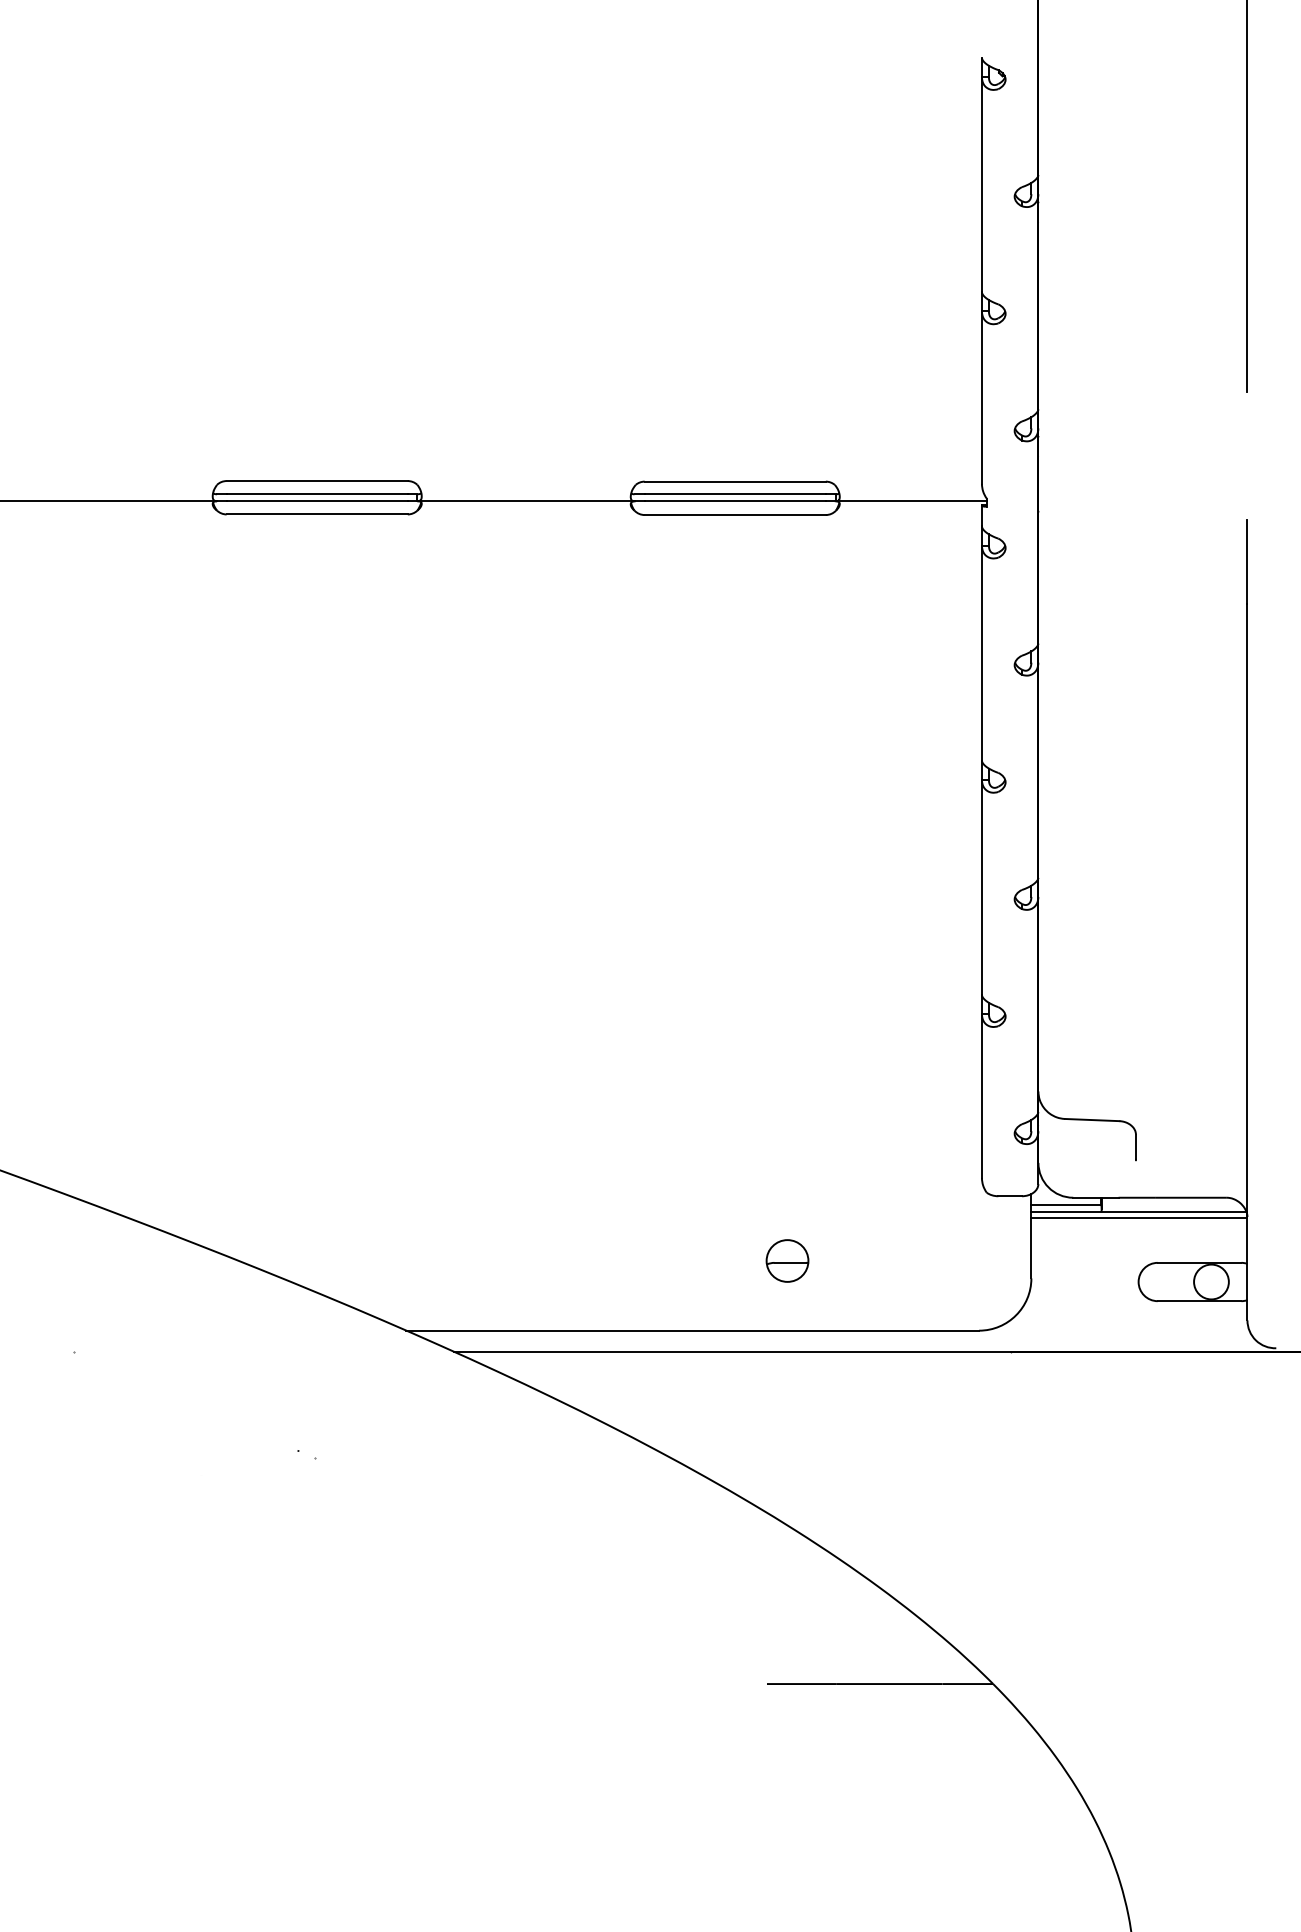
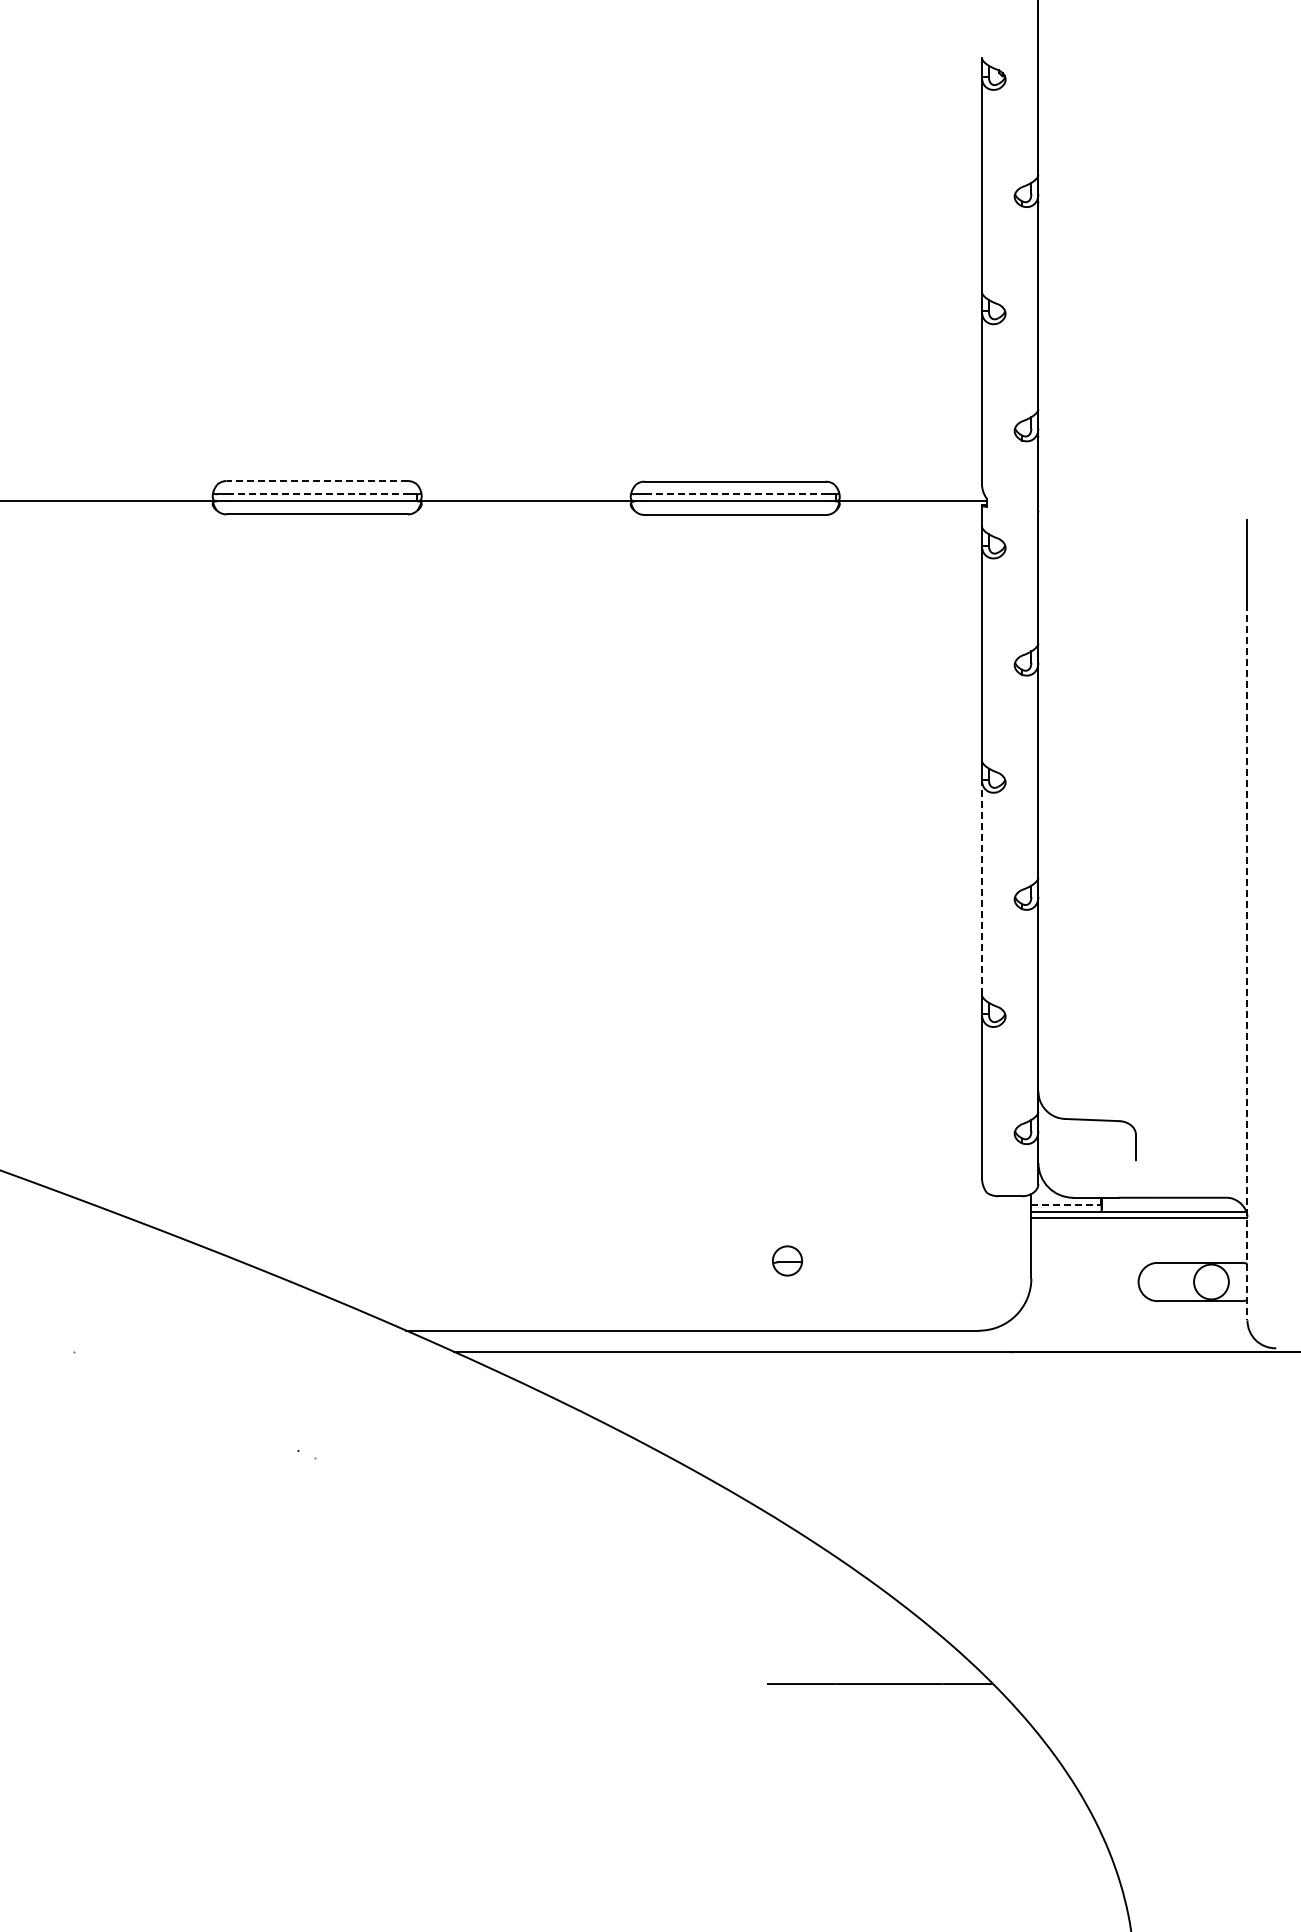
line at (1247, 197): present -> none
line at (317, 481): solid -> dashed
line at (317, 494): solid -> dashed
line at (735, 494): solid -> dashed
line at (981, 887): solid -> dashed
line at (1247, 962): solid -> dashed
line at (1066, 1204): solid -> dashed
part at (787, 1260) size: 45x44 px -> 31x32 px
